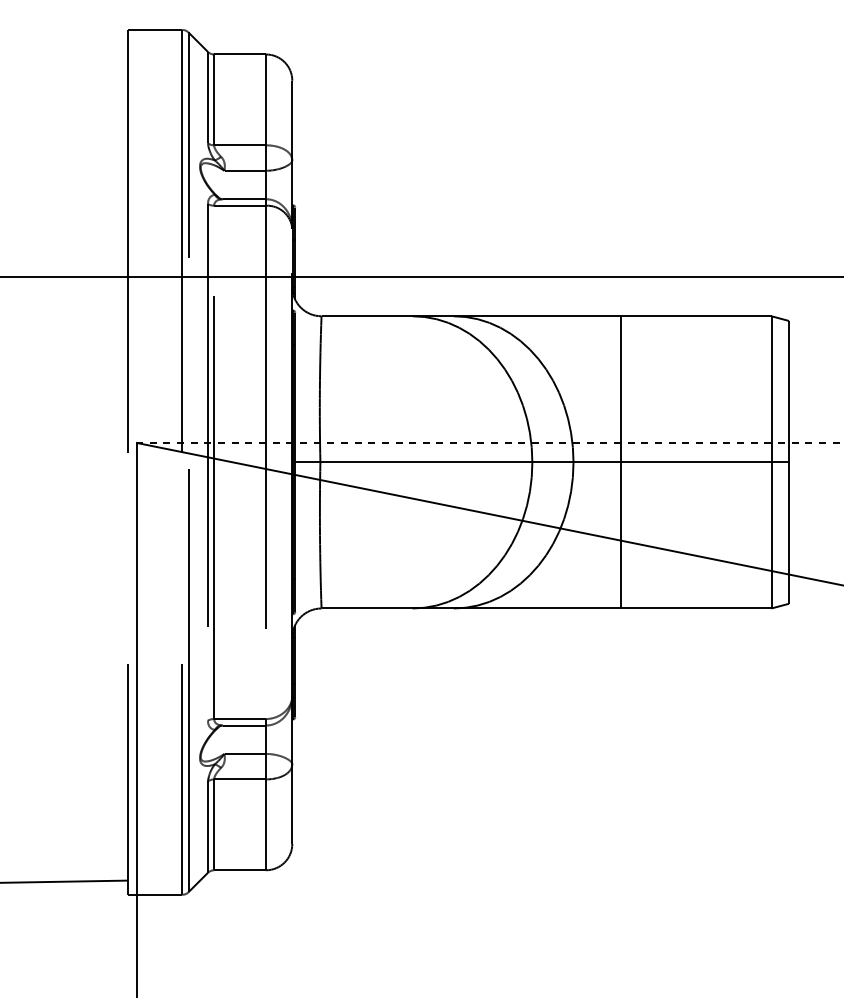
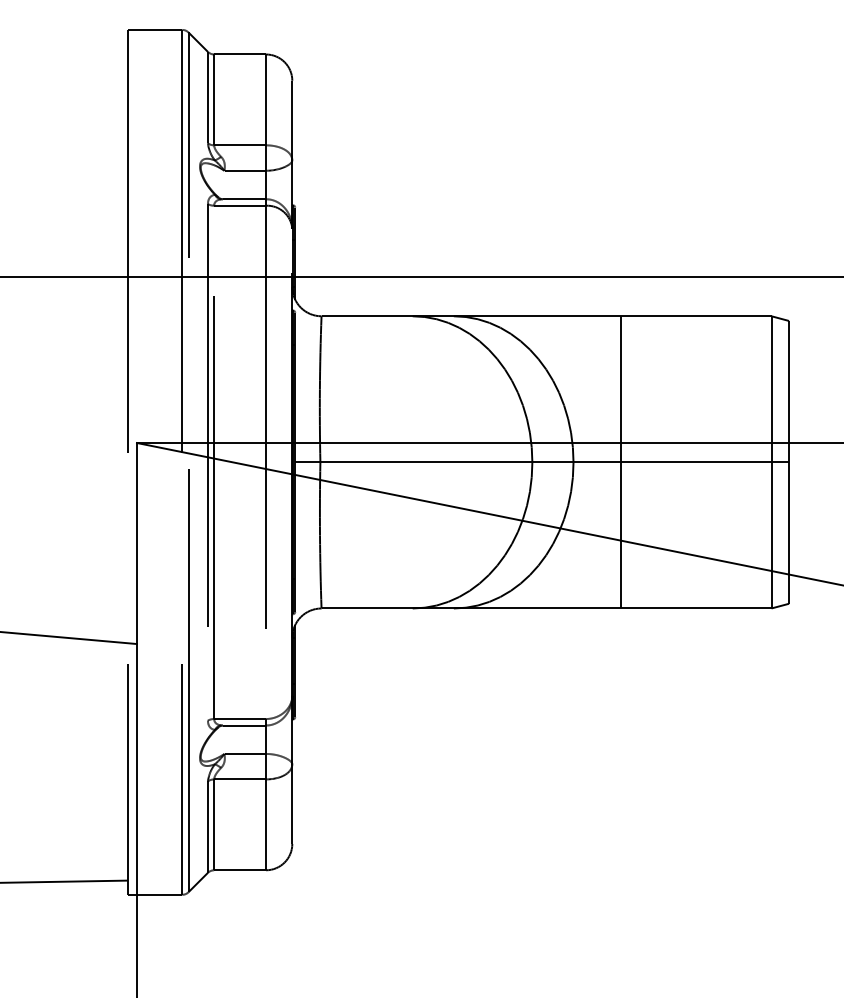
line at (489, 443): dashed -> solid
line at (69, 638): none -> present
